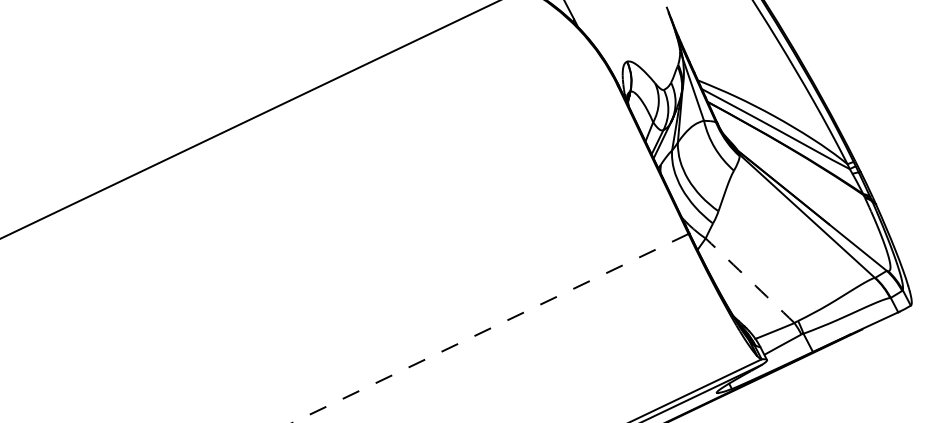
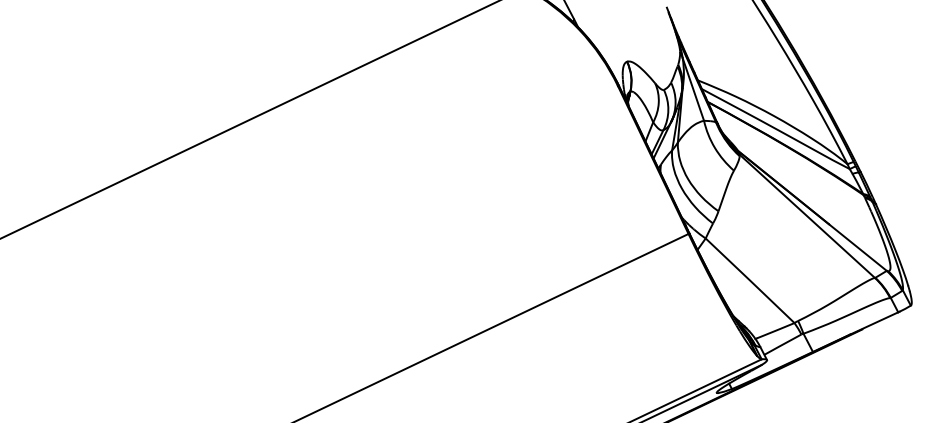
arc at (750, 280): dashed -> solid
line at (490, 328): dashed -> solid
